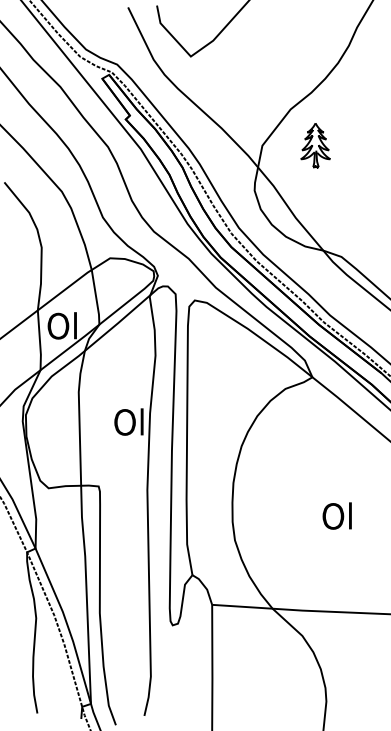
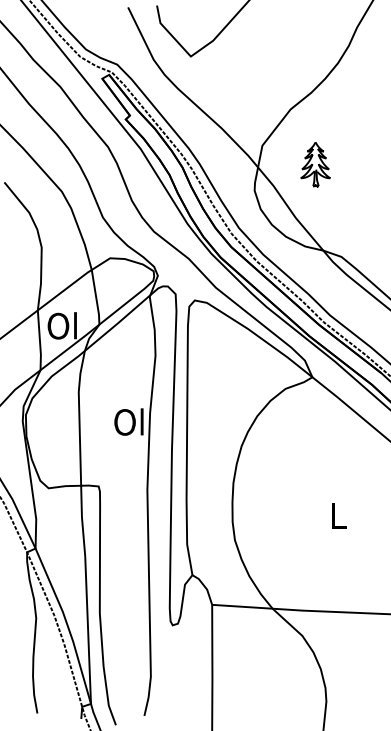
part at (315, 145) position: (315, 145) -> (315, 164)
text at (336, 515): Ol -> L
